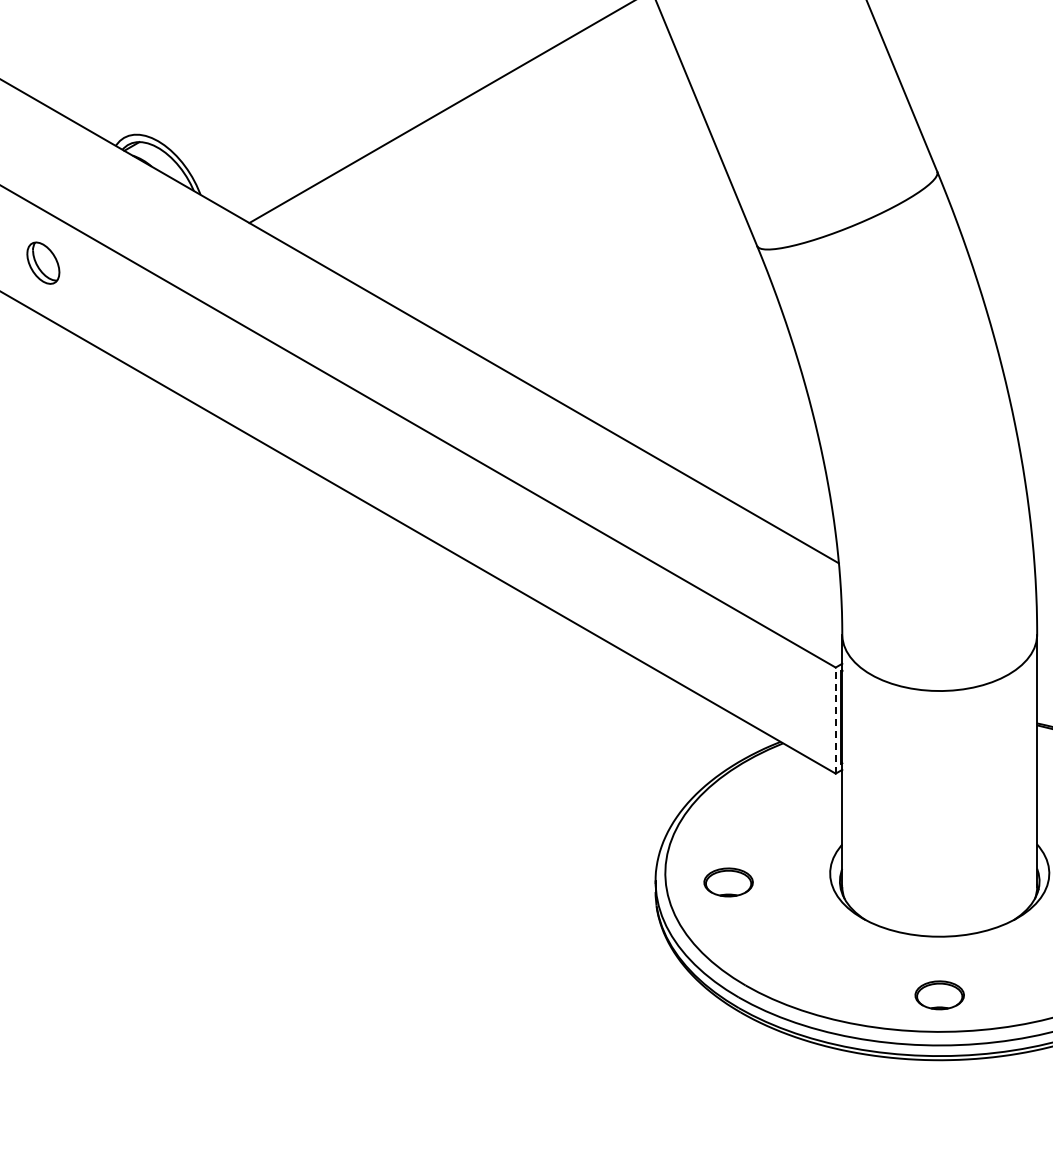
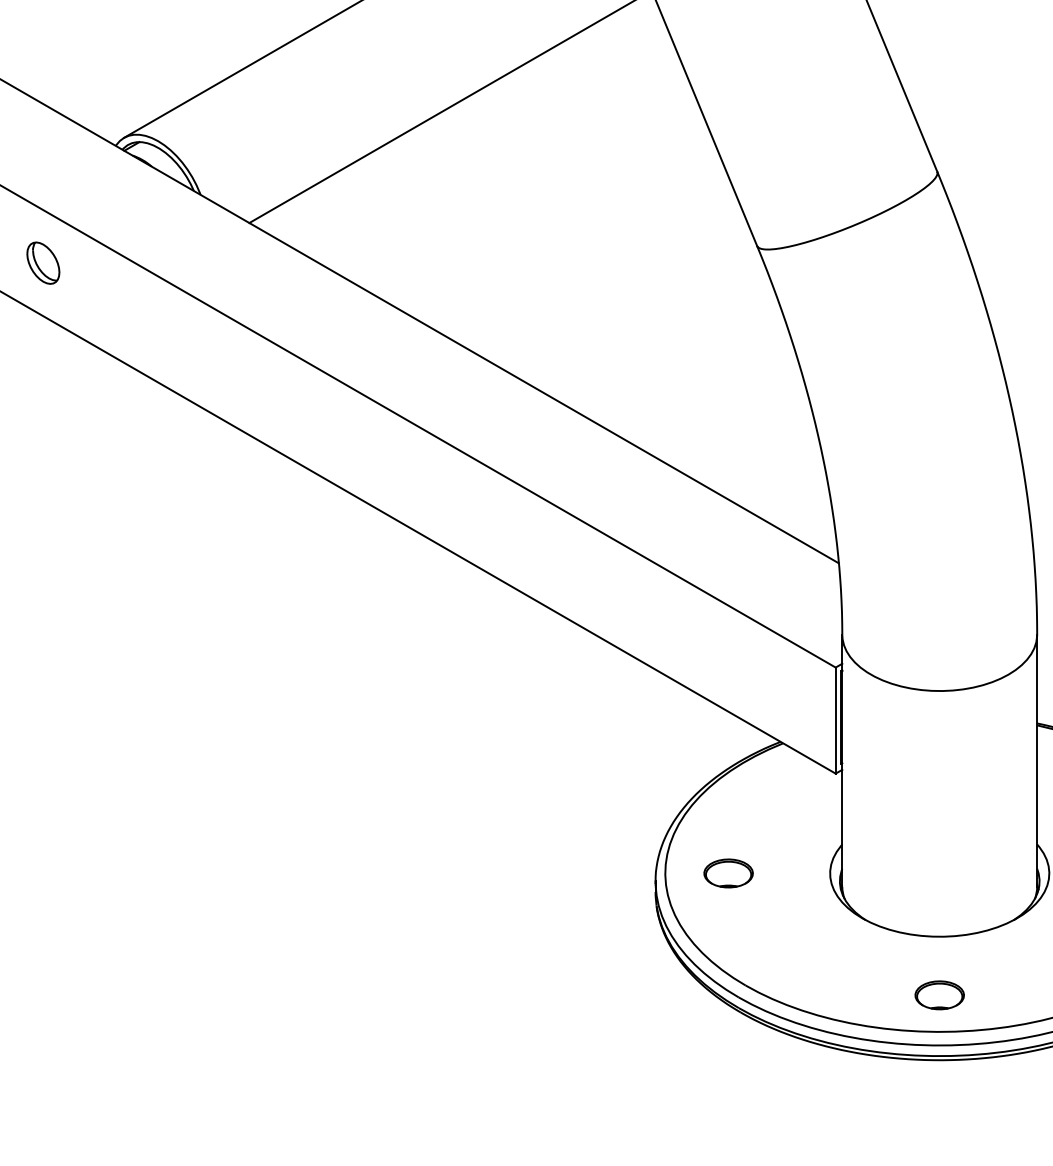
line at (241, 69): none -> present
line at (835, 720): dashed -> solid
part at (728, 882) position: (728, 882) -> (728, 873)
